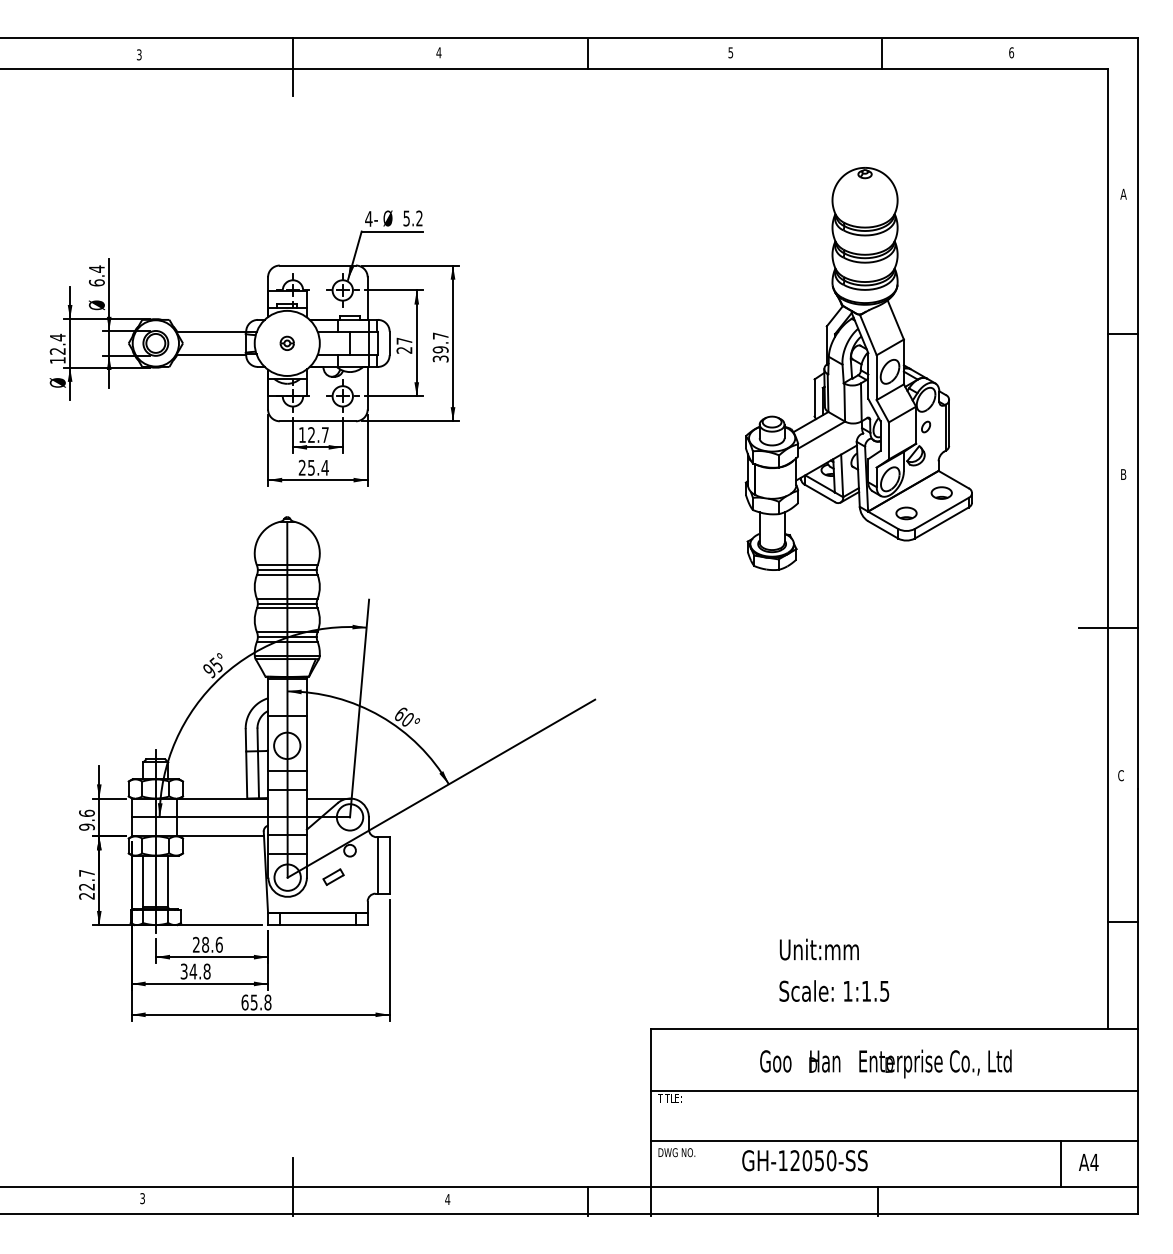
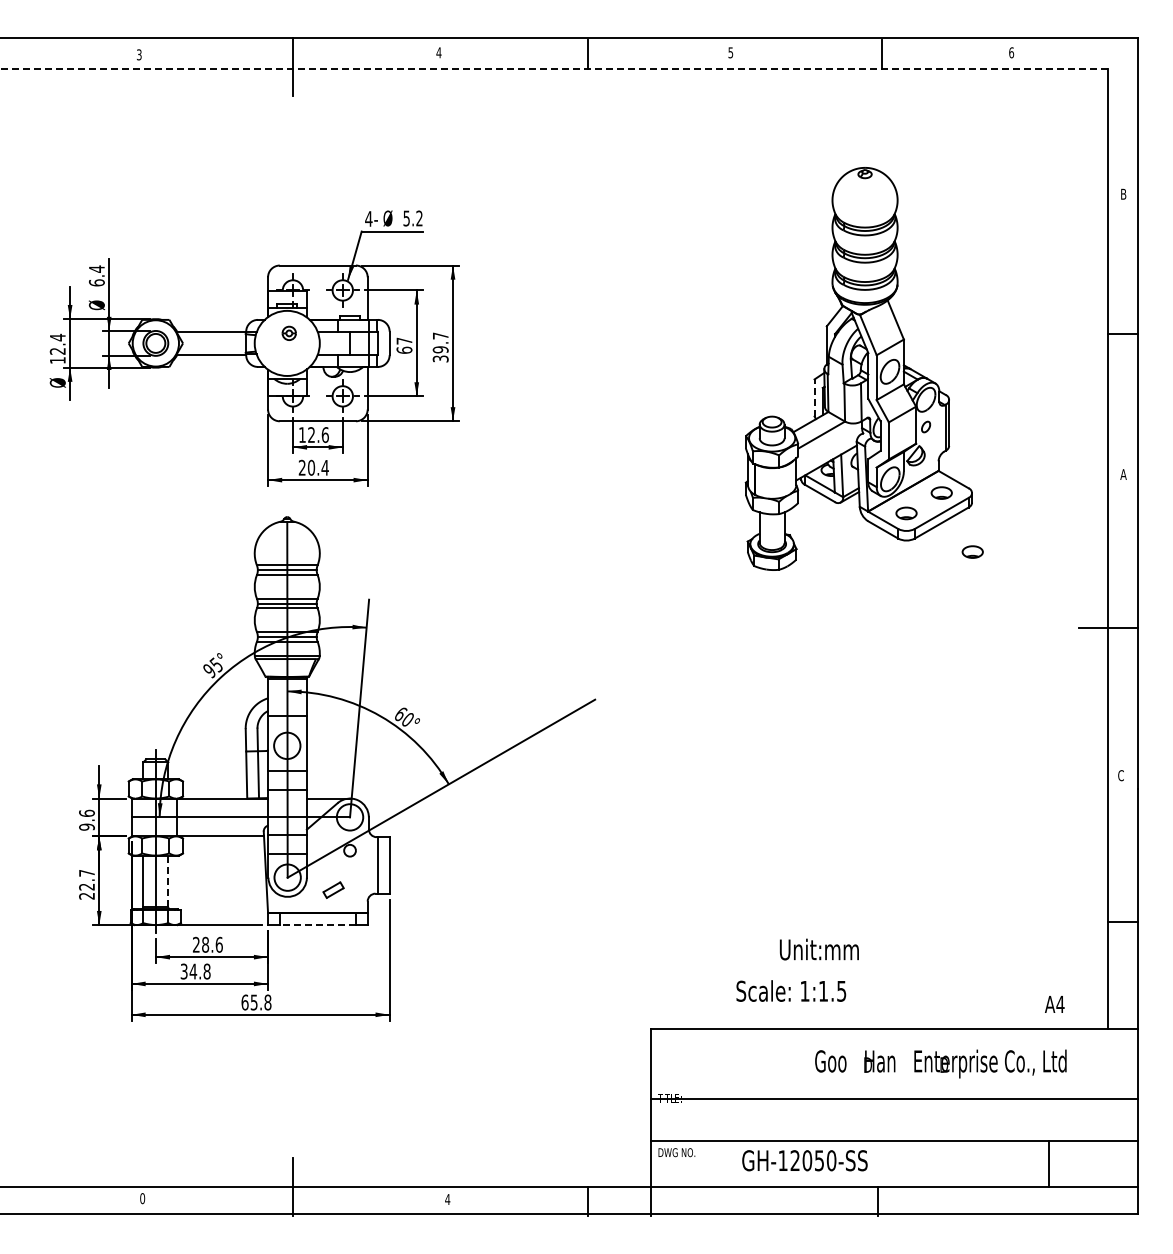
line at (554, 68): solid -> dashed
text at (1123, 193): A -> B
part at (286, 342) position: (286, 342) -> (288, 332)
text at (404, 349): 27 -> 67
line at (814, 397): solid -> dashed
text at (324, 435): 12.7 -> 12.6
text at (311, 467): 25.4 -> 20.4
text at (1123, 474): B -> A
part at (972, 551): none -> present
part at (333, 876) position: (333, 876) -> (333, 889)
line at (168, 881): solid -> dashed
line at (317, 925): solid -> dashed
text at (834, 990) position: (834, 990) -> (791, 990)
text at (885, 1063) position: (885, 1063) -> (940, 1063)
line at (893, 1091) position: (893, 1091) -> (893, 1099)
text at (1088, 1162) position: (1088, 1162) -> (1054, 1004)
line at (1061, 1163) position: (1061, 1163) -> (1049, 1163)
text at (142, 1198): 3 -> 0
